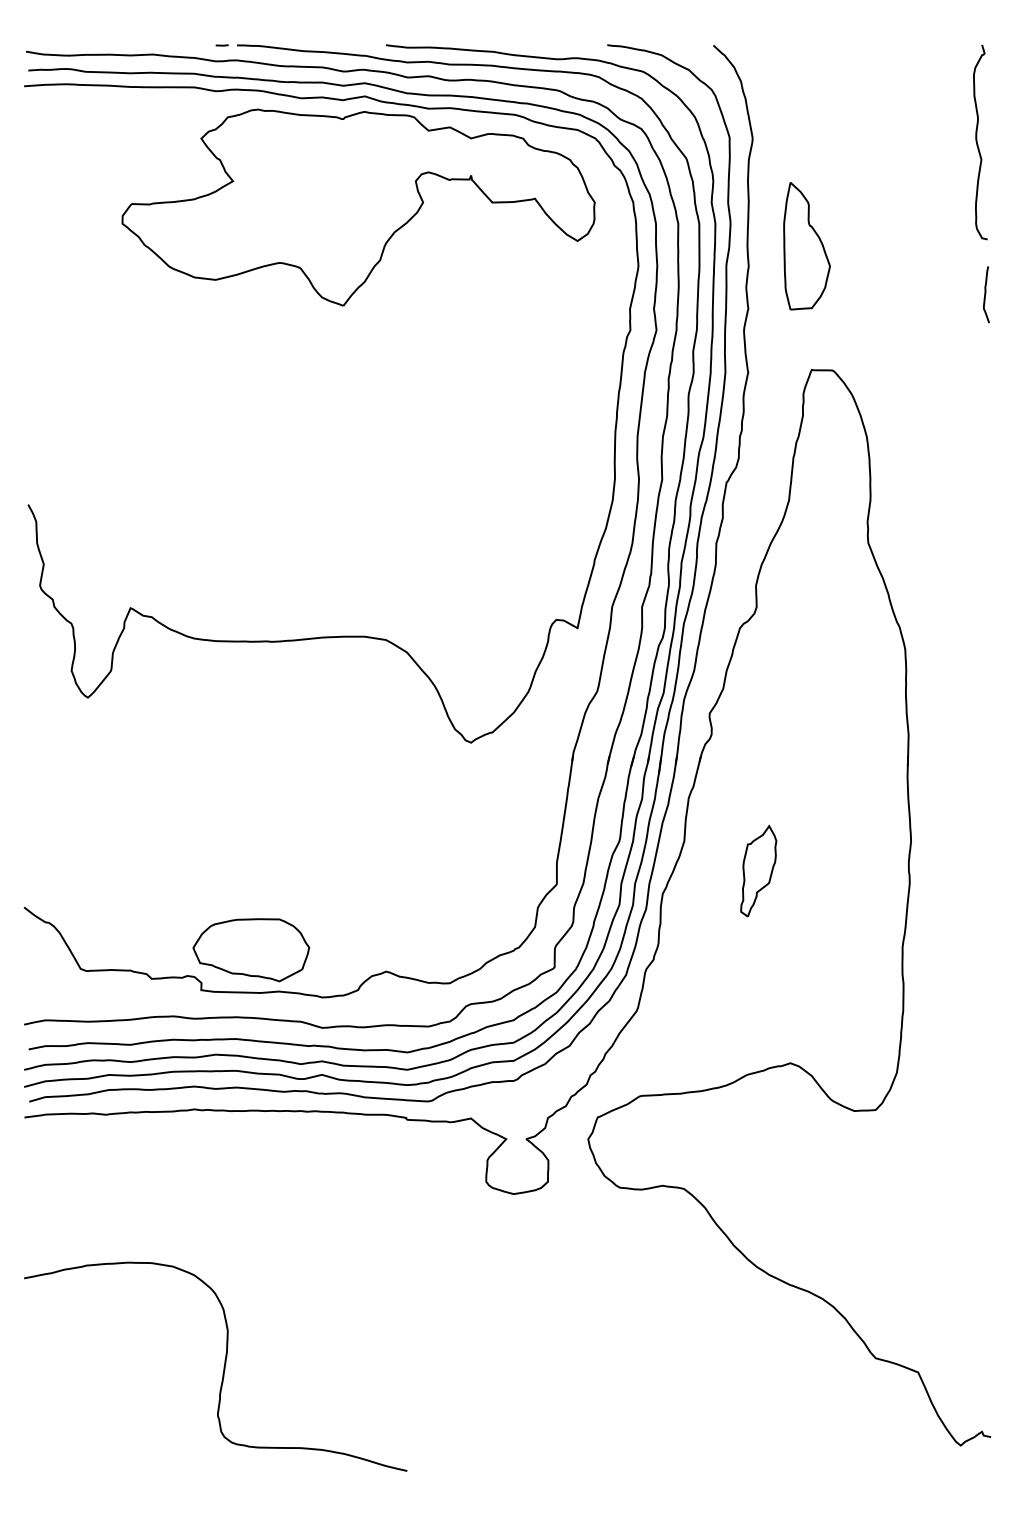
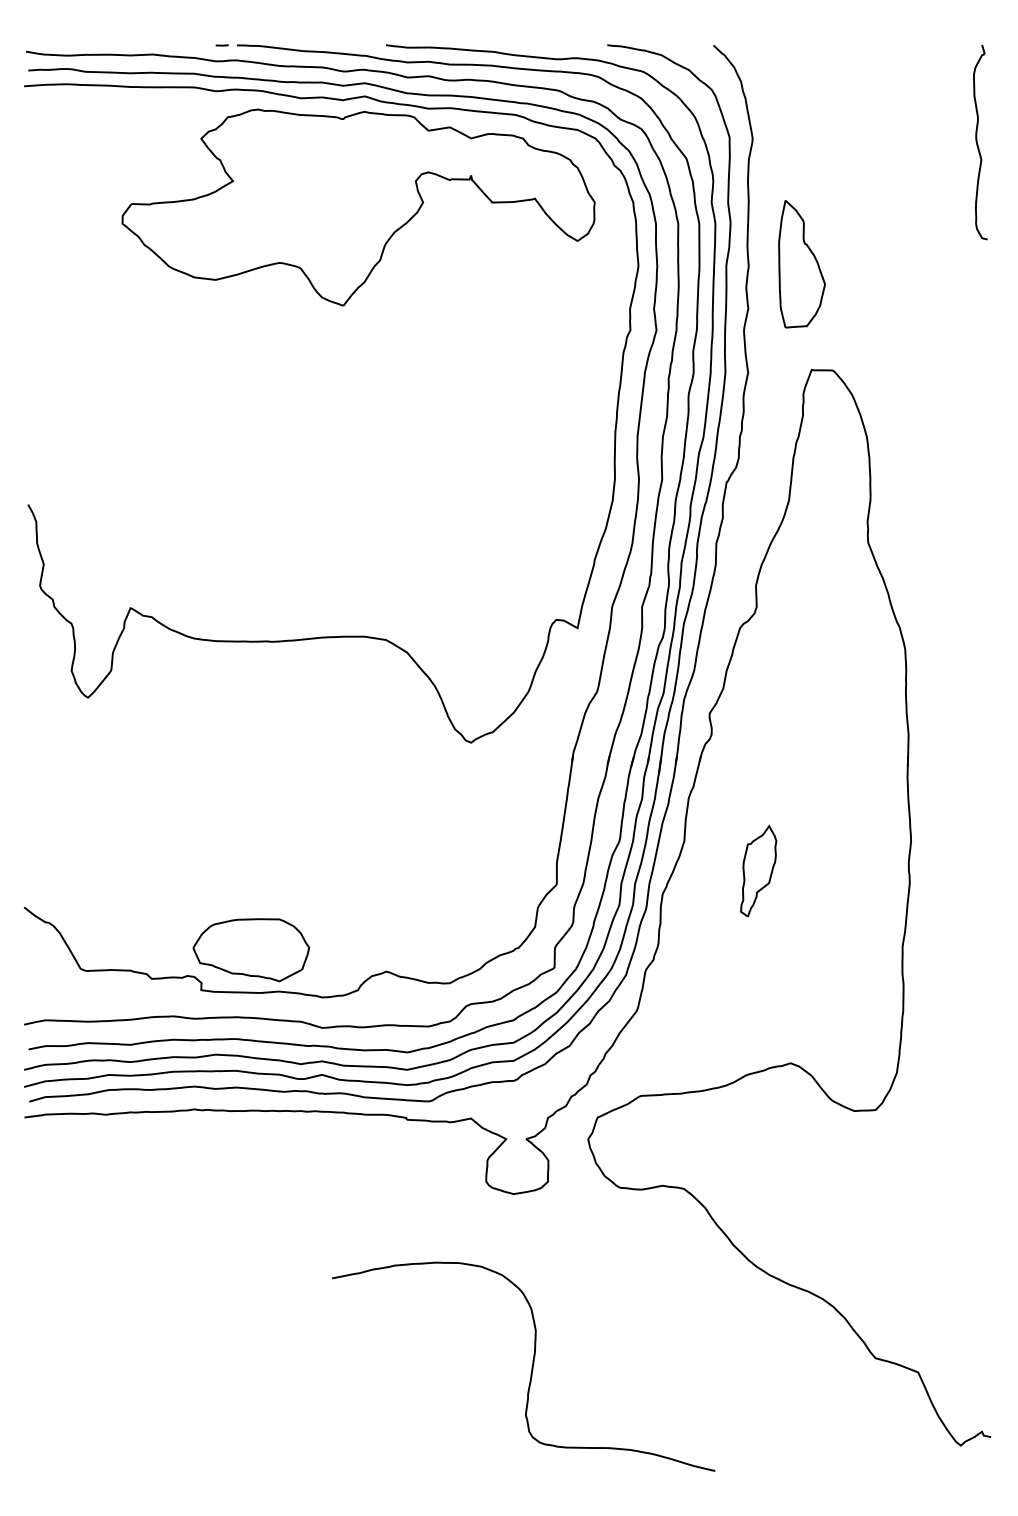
part at (806, 246) position: (806, 246) -> (801, 264)
curve at (985, 294): present -> none
curve at (223, 1366) position: (223, 1366) -> (531, 1366)
